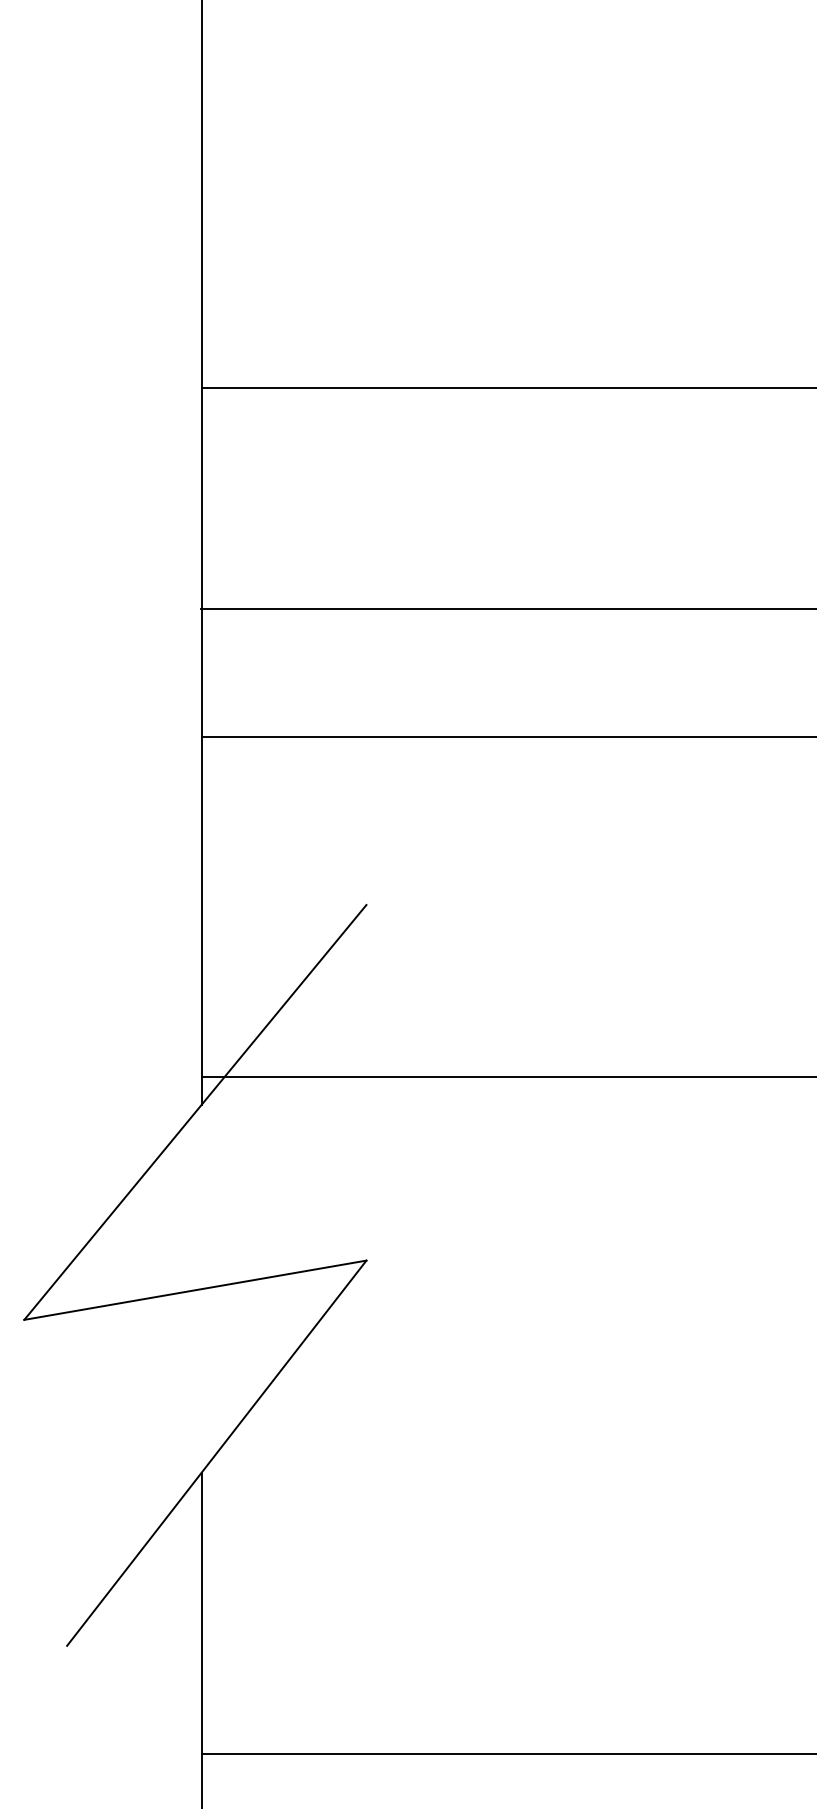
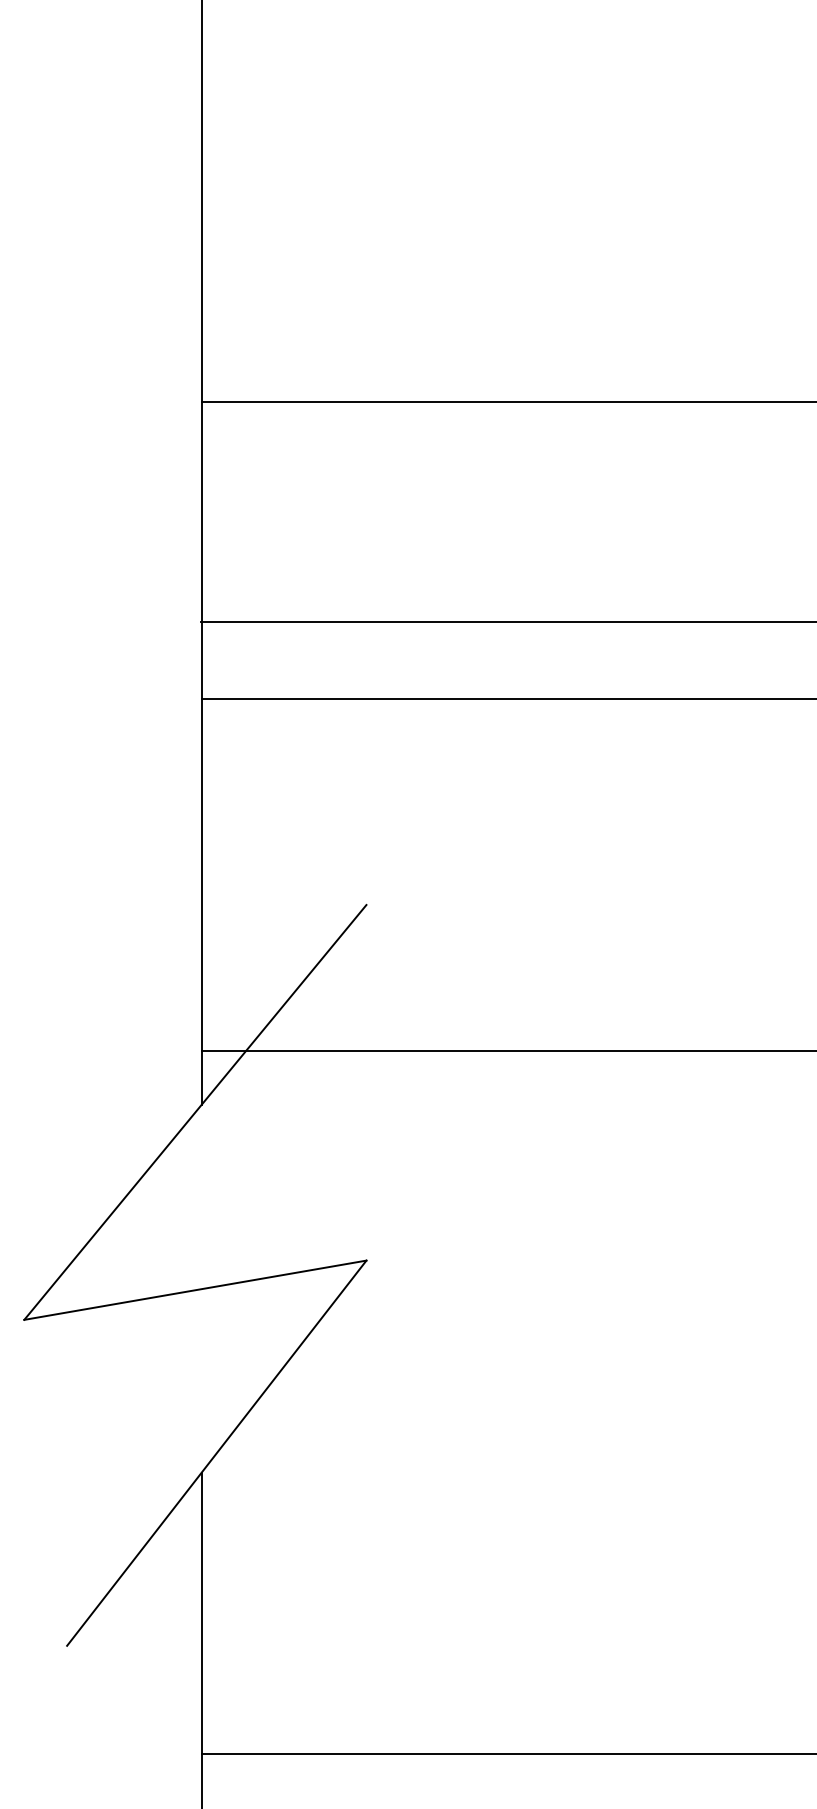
line at (507, 387) position: (507, 387) -> (507, 401)
line at (507, 609) position: (507, 609) -> (507, 622)
line at (507, 737) position: (507, 737) -> (507, 699)
line at (507, 1077) position: (507, 1077) -> (507, 1051)
